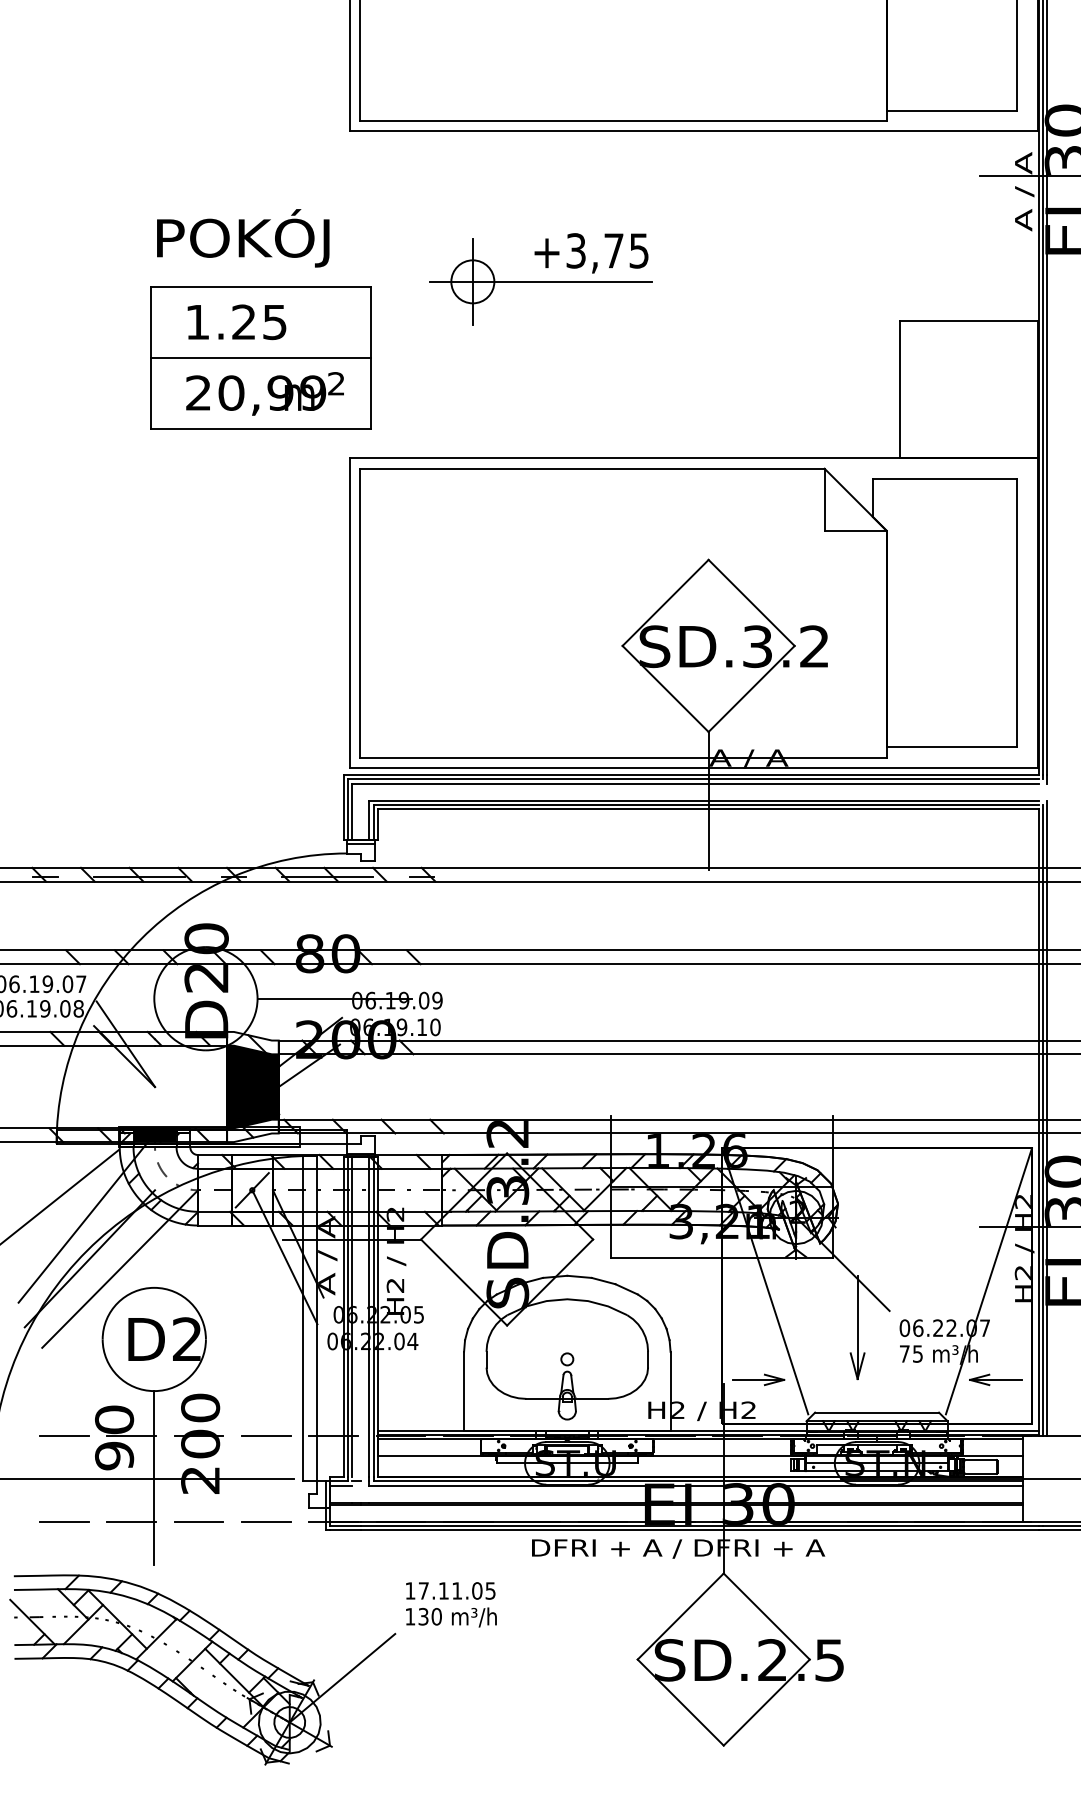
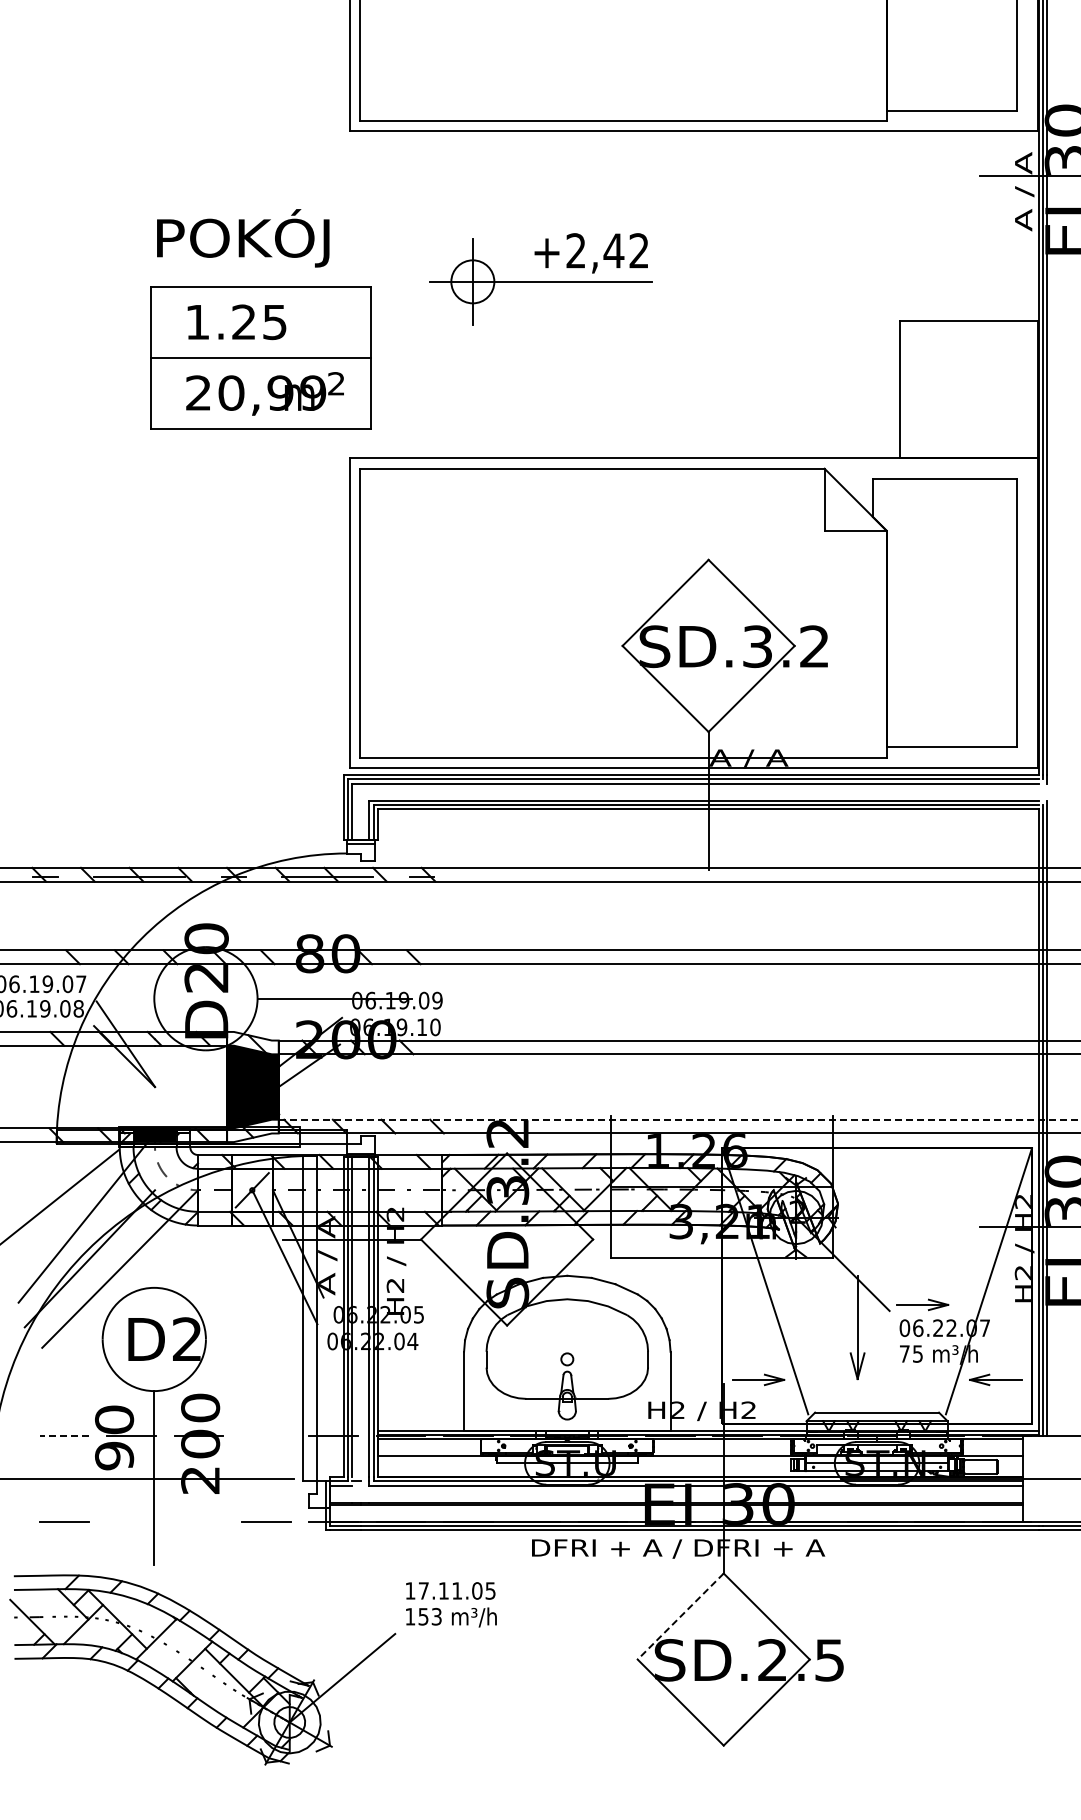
text at (607, 250): +3,75 -> +2,42
line at (679, 1119): solid -> dashed
part at (922, 1304): none -> present
line at (63, 1435): solid -> dashed
line at (266, 1435): present -> none
line at (131, 1521): present -> none
line at (198, 1521): present -> none
text at (430, 1616): 130 -> 153
line at (680, 1616): solid -> dashed
